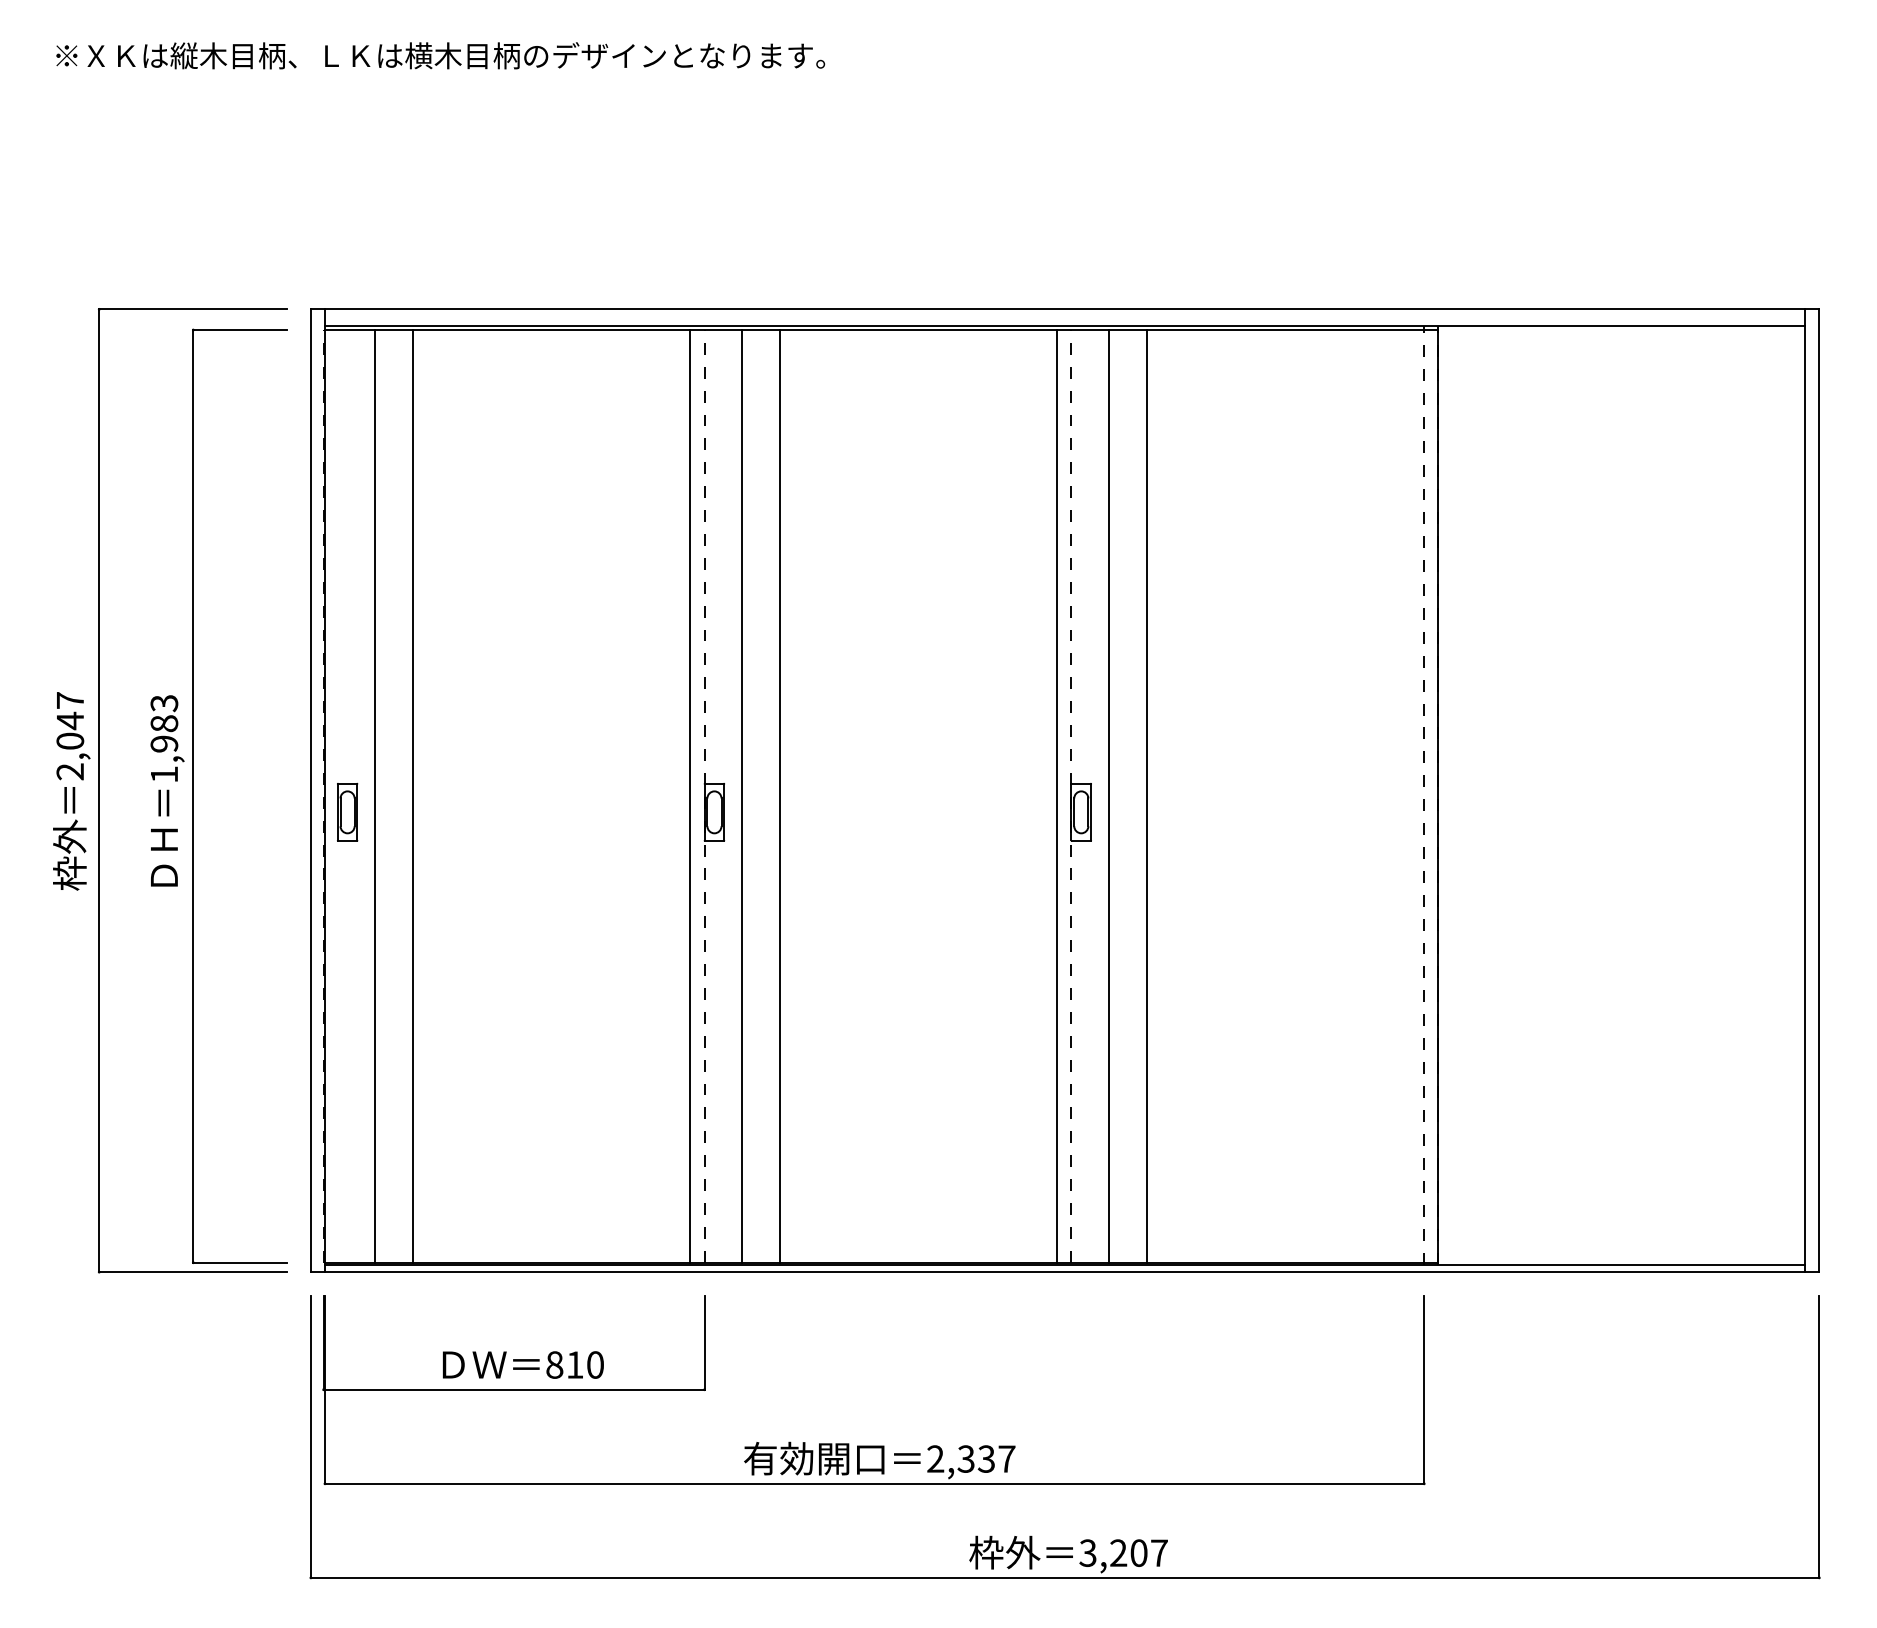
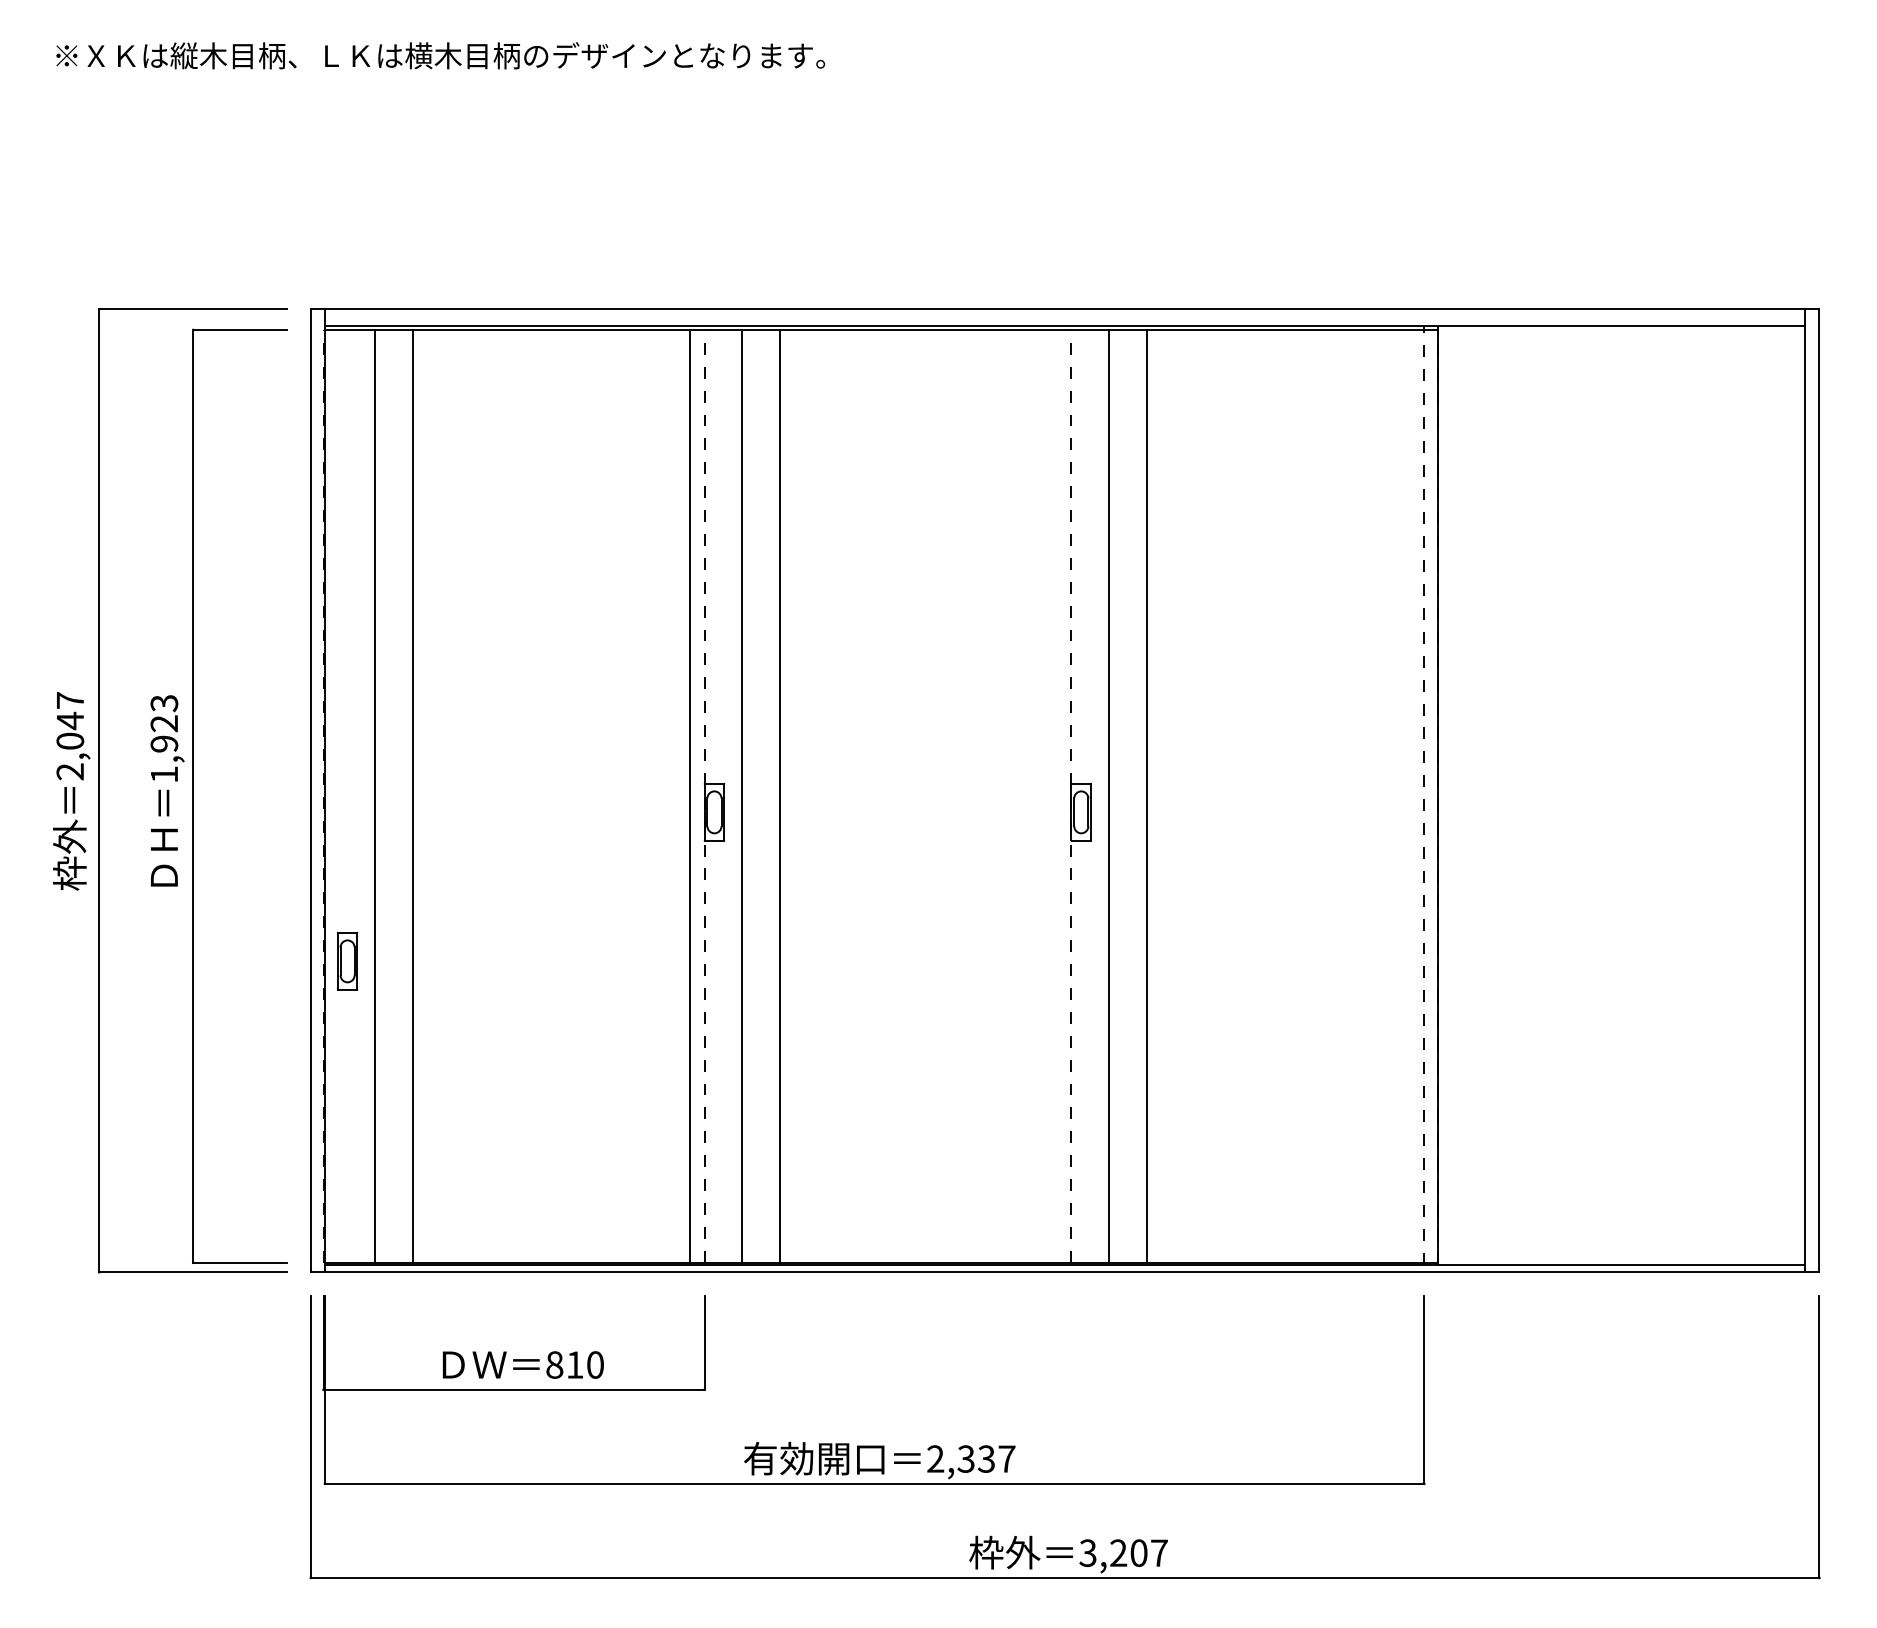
text at (164, 723): 1,983 -> 1,923
line at (1057, 796): present -> none
part at (347, 811) position: (347, 811) -> (347, 960)
